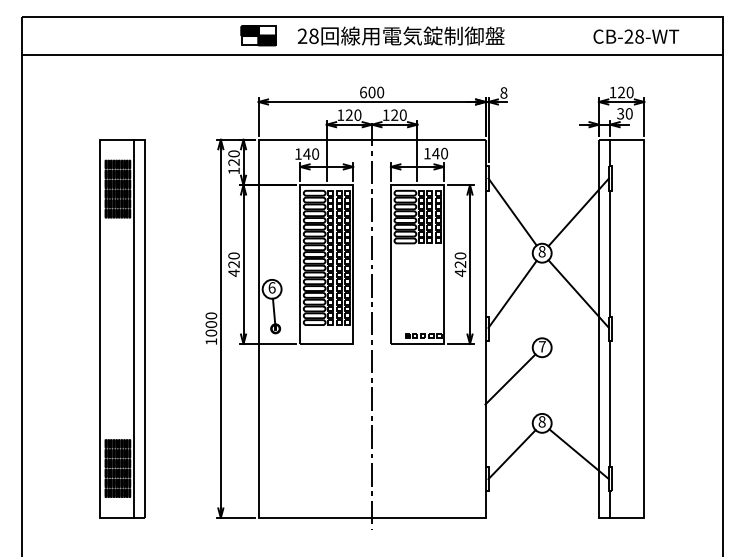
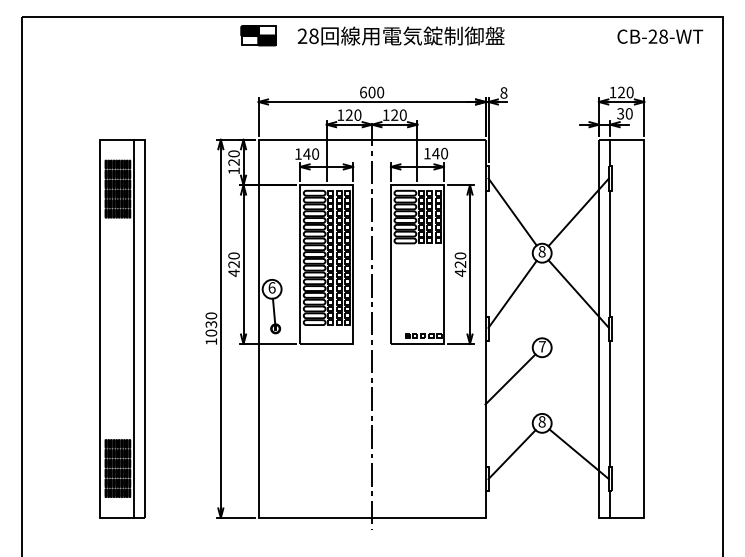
text at (636, 36) position: (636, 36) -> (660, 36)
line at (372, 54): present -> none
text at (211, 324): 1000 -> 1030
